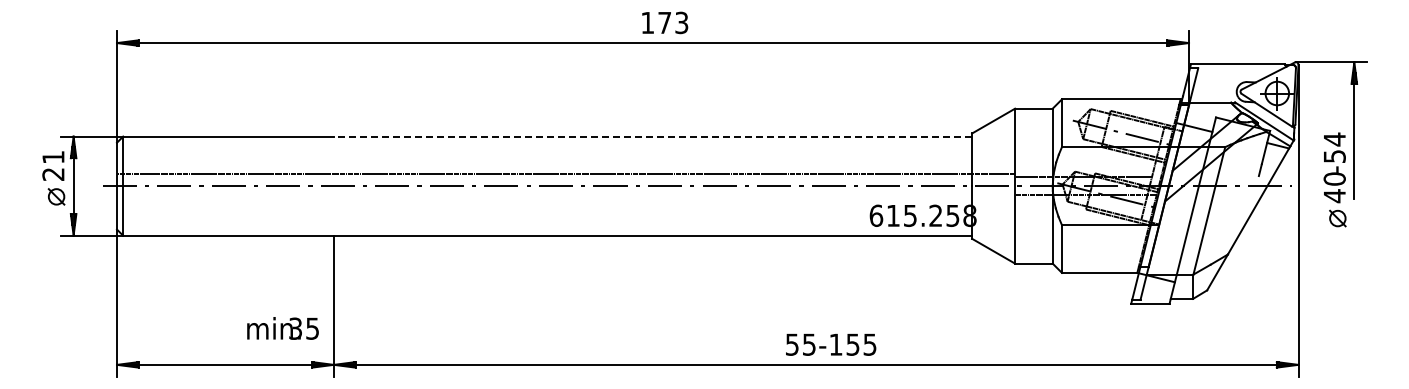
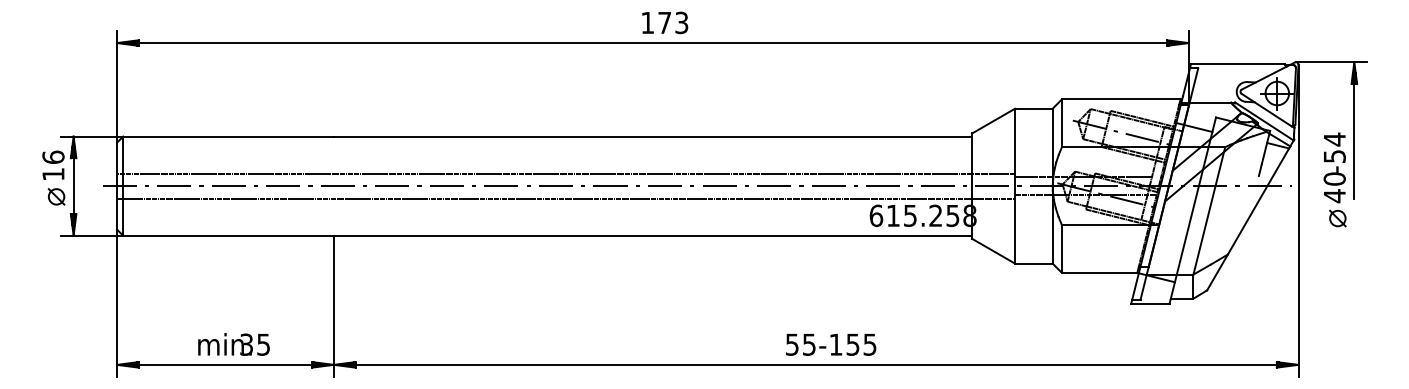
line at (652, 136): dashed -> solid
text at (53, 165): 21 -> 16
line at (566, 198): none -> present
text at (282, 328) position: (282, 328) -> (233, 344)
